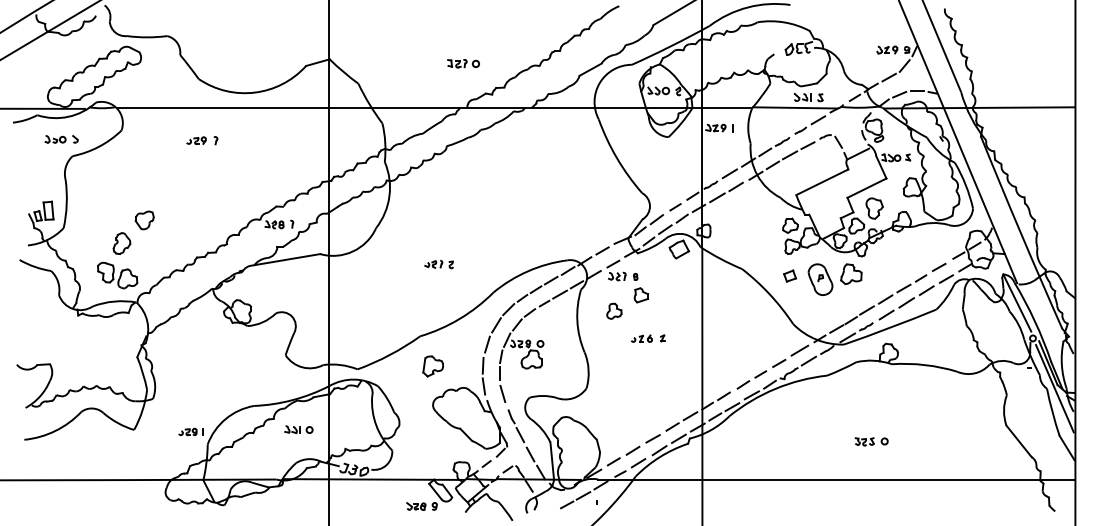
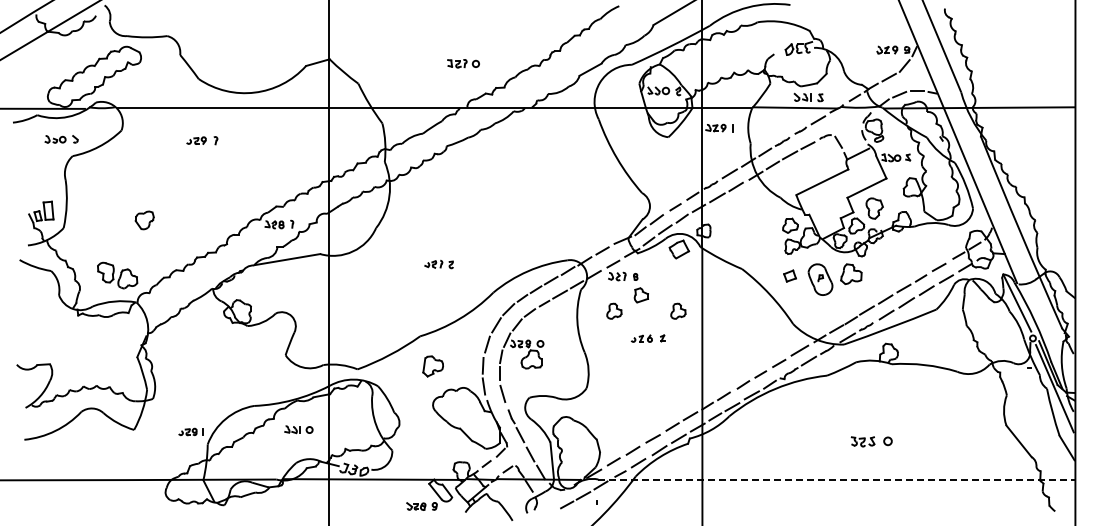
part at (121, 243): present -> none
part at (678, 310): none -> present
part at (871, 441) size: 35x10 px -> 43x12 px
line at (836, 479): solid -> dashed
